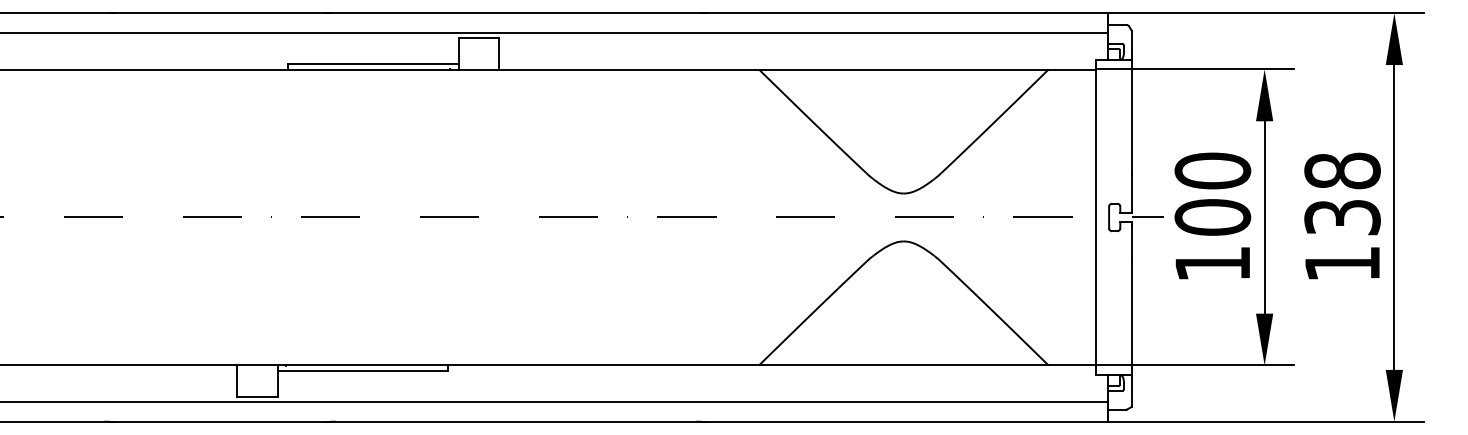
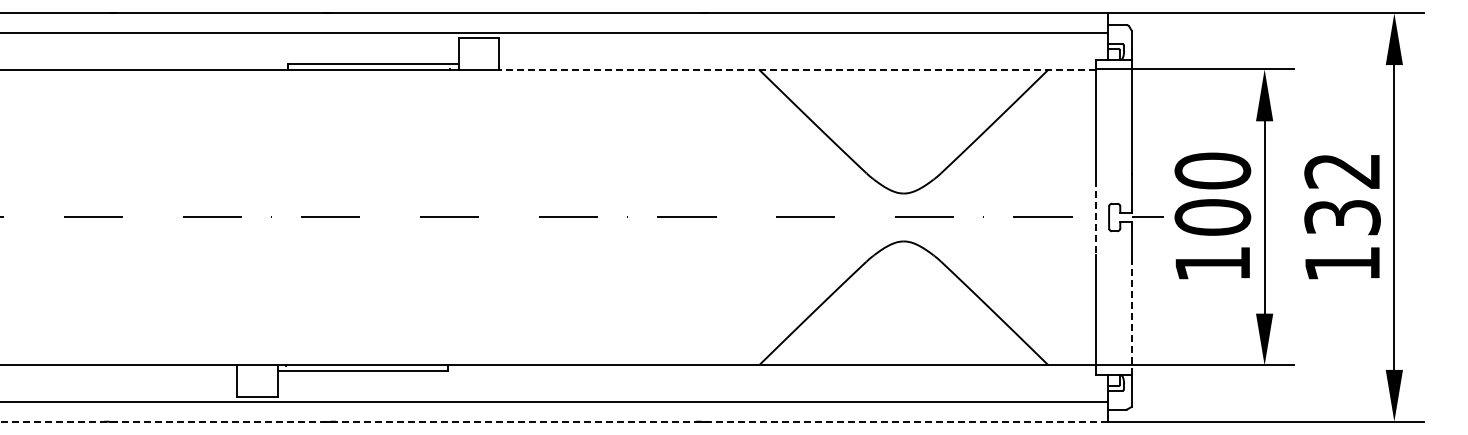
line at (797, 69): solid -> dashed
text at (1342, 170): 138 -> 132
line at (1096, 217): solid -> dashed
line at (1131, 317): solid -> dashed
line at (554, 421): solid -> dashed
